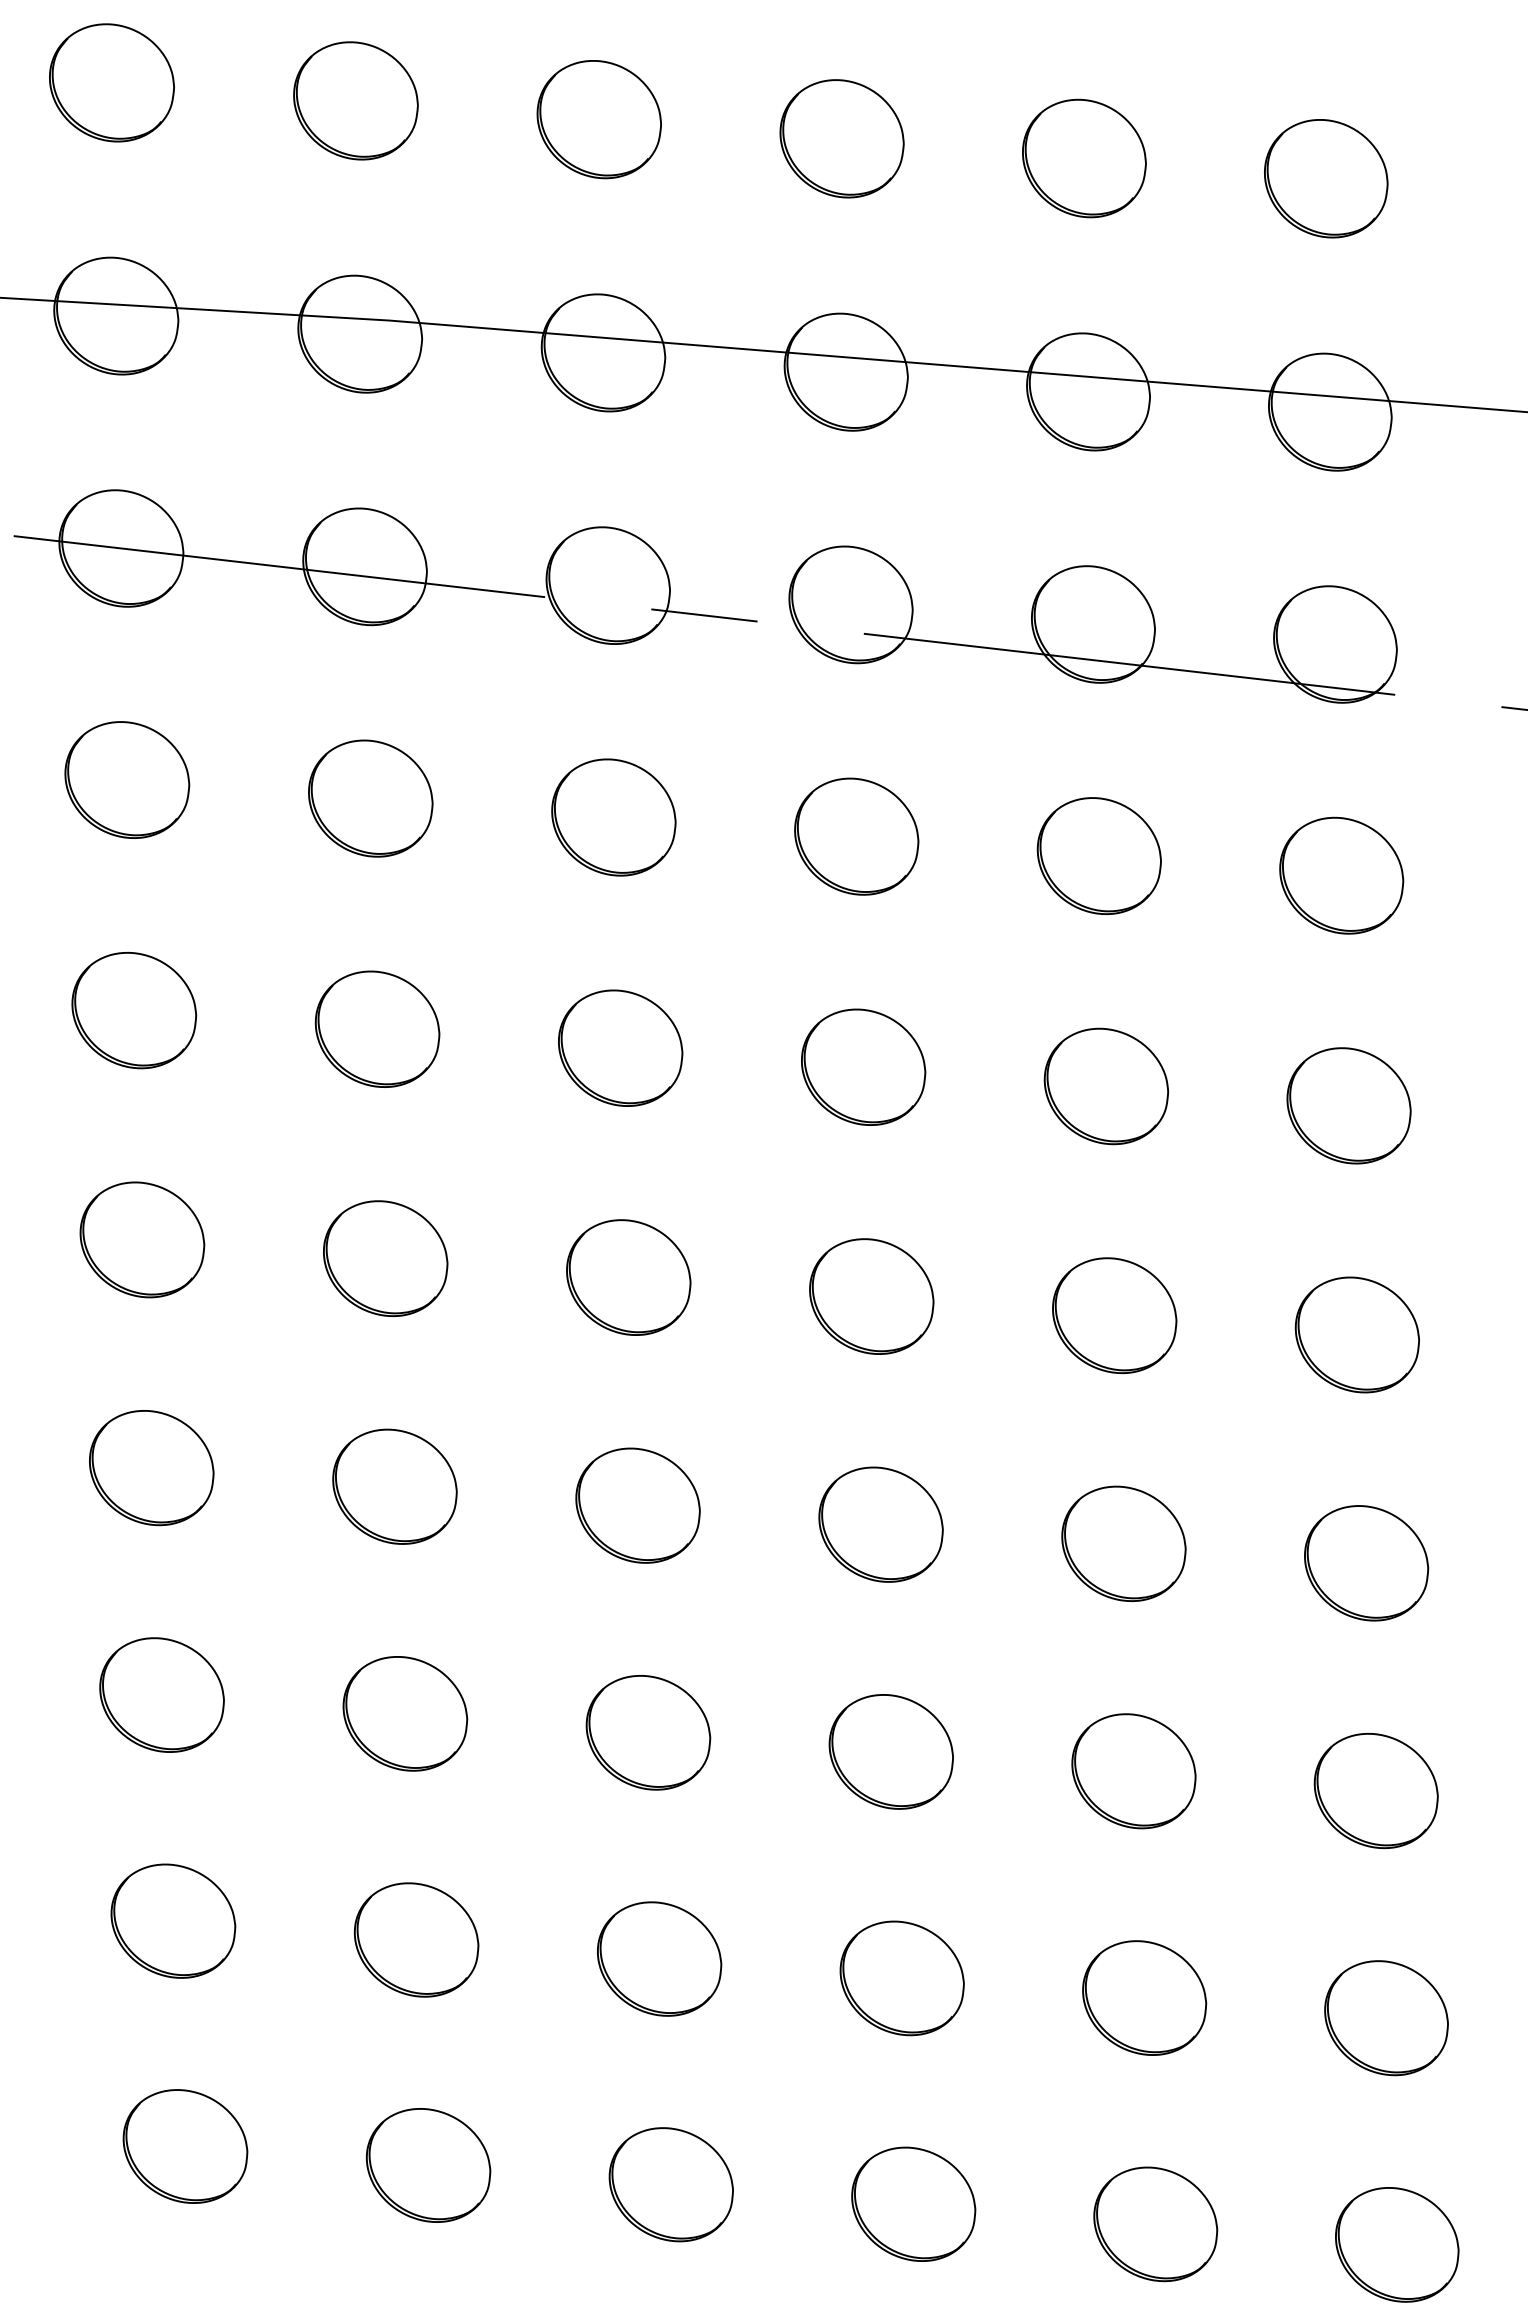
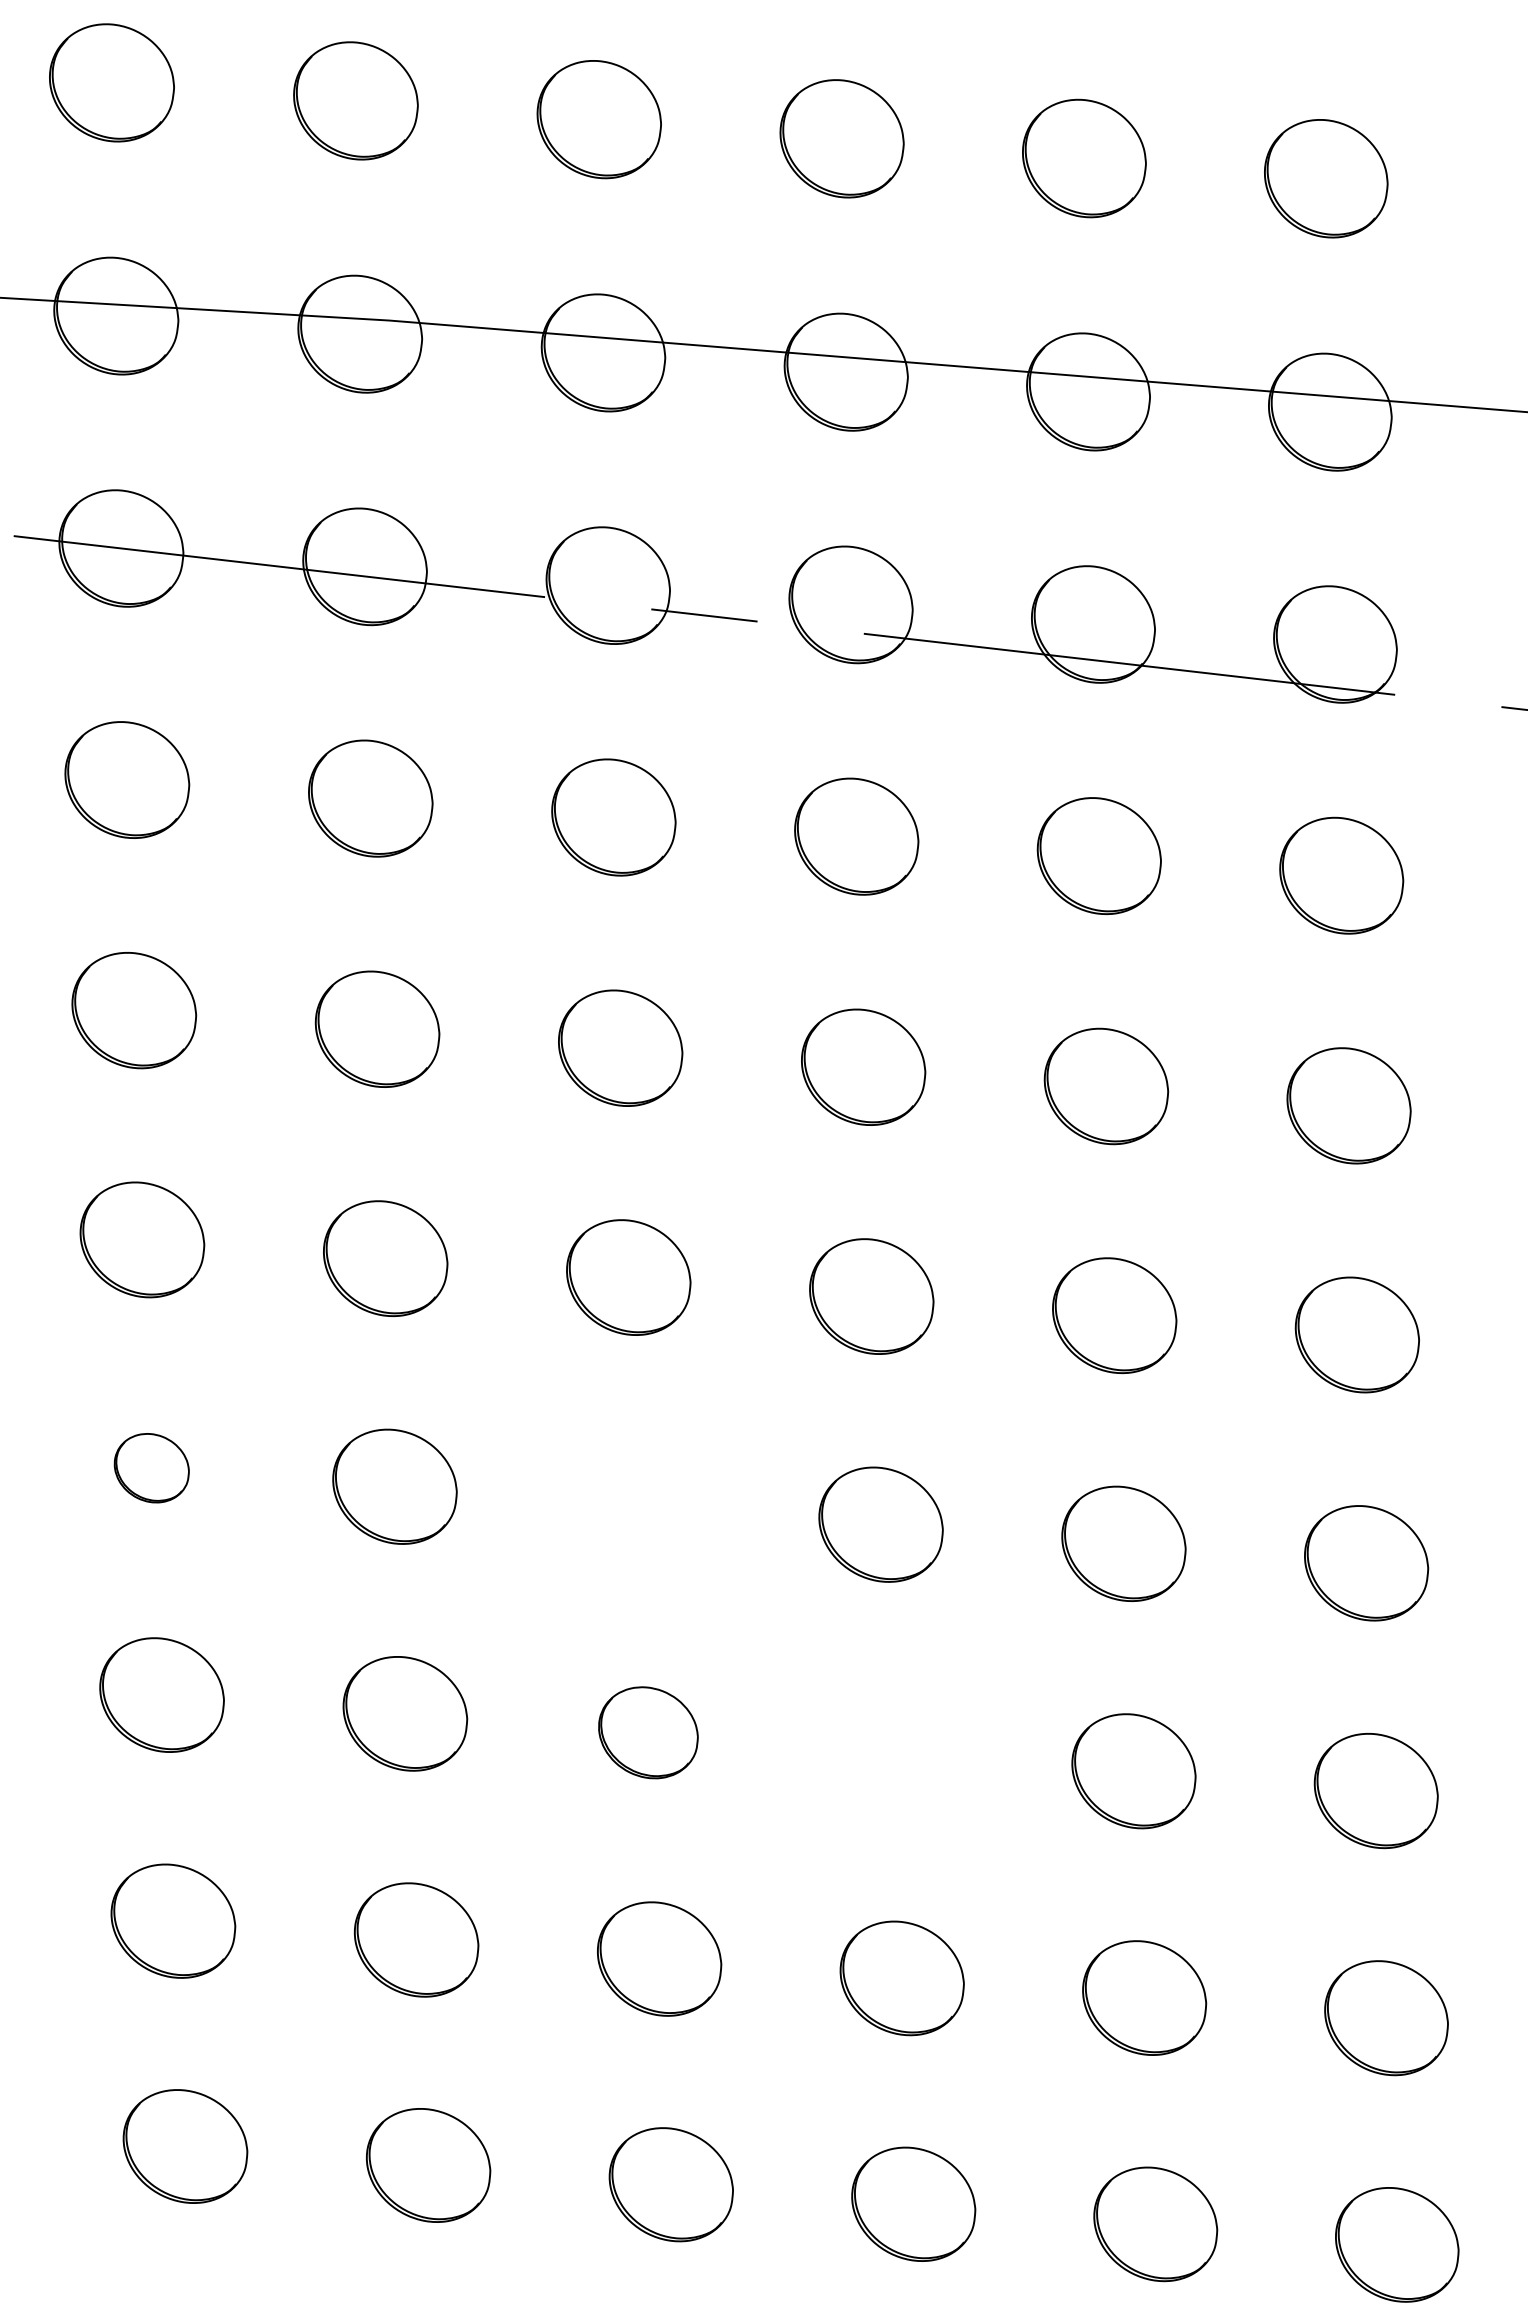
part at (151, 1468) size: 126x117 px -> 77x71 px
part at (637, 1505): present -> none
part at (648, 1732) size: 127x116 px -> 101x94 px
part at (890, 1751): present -> none
